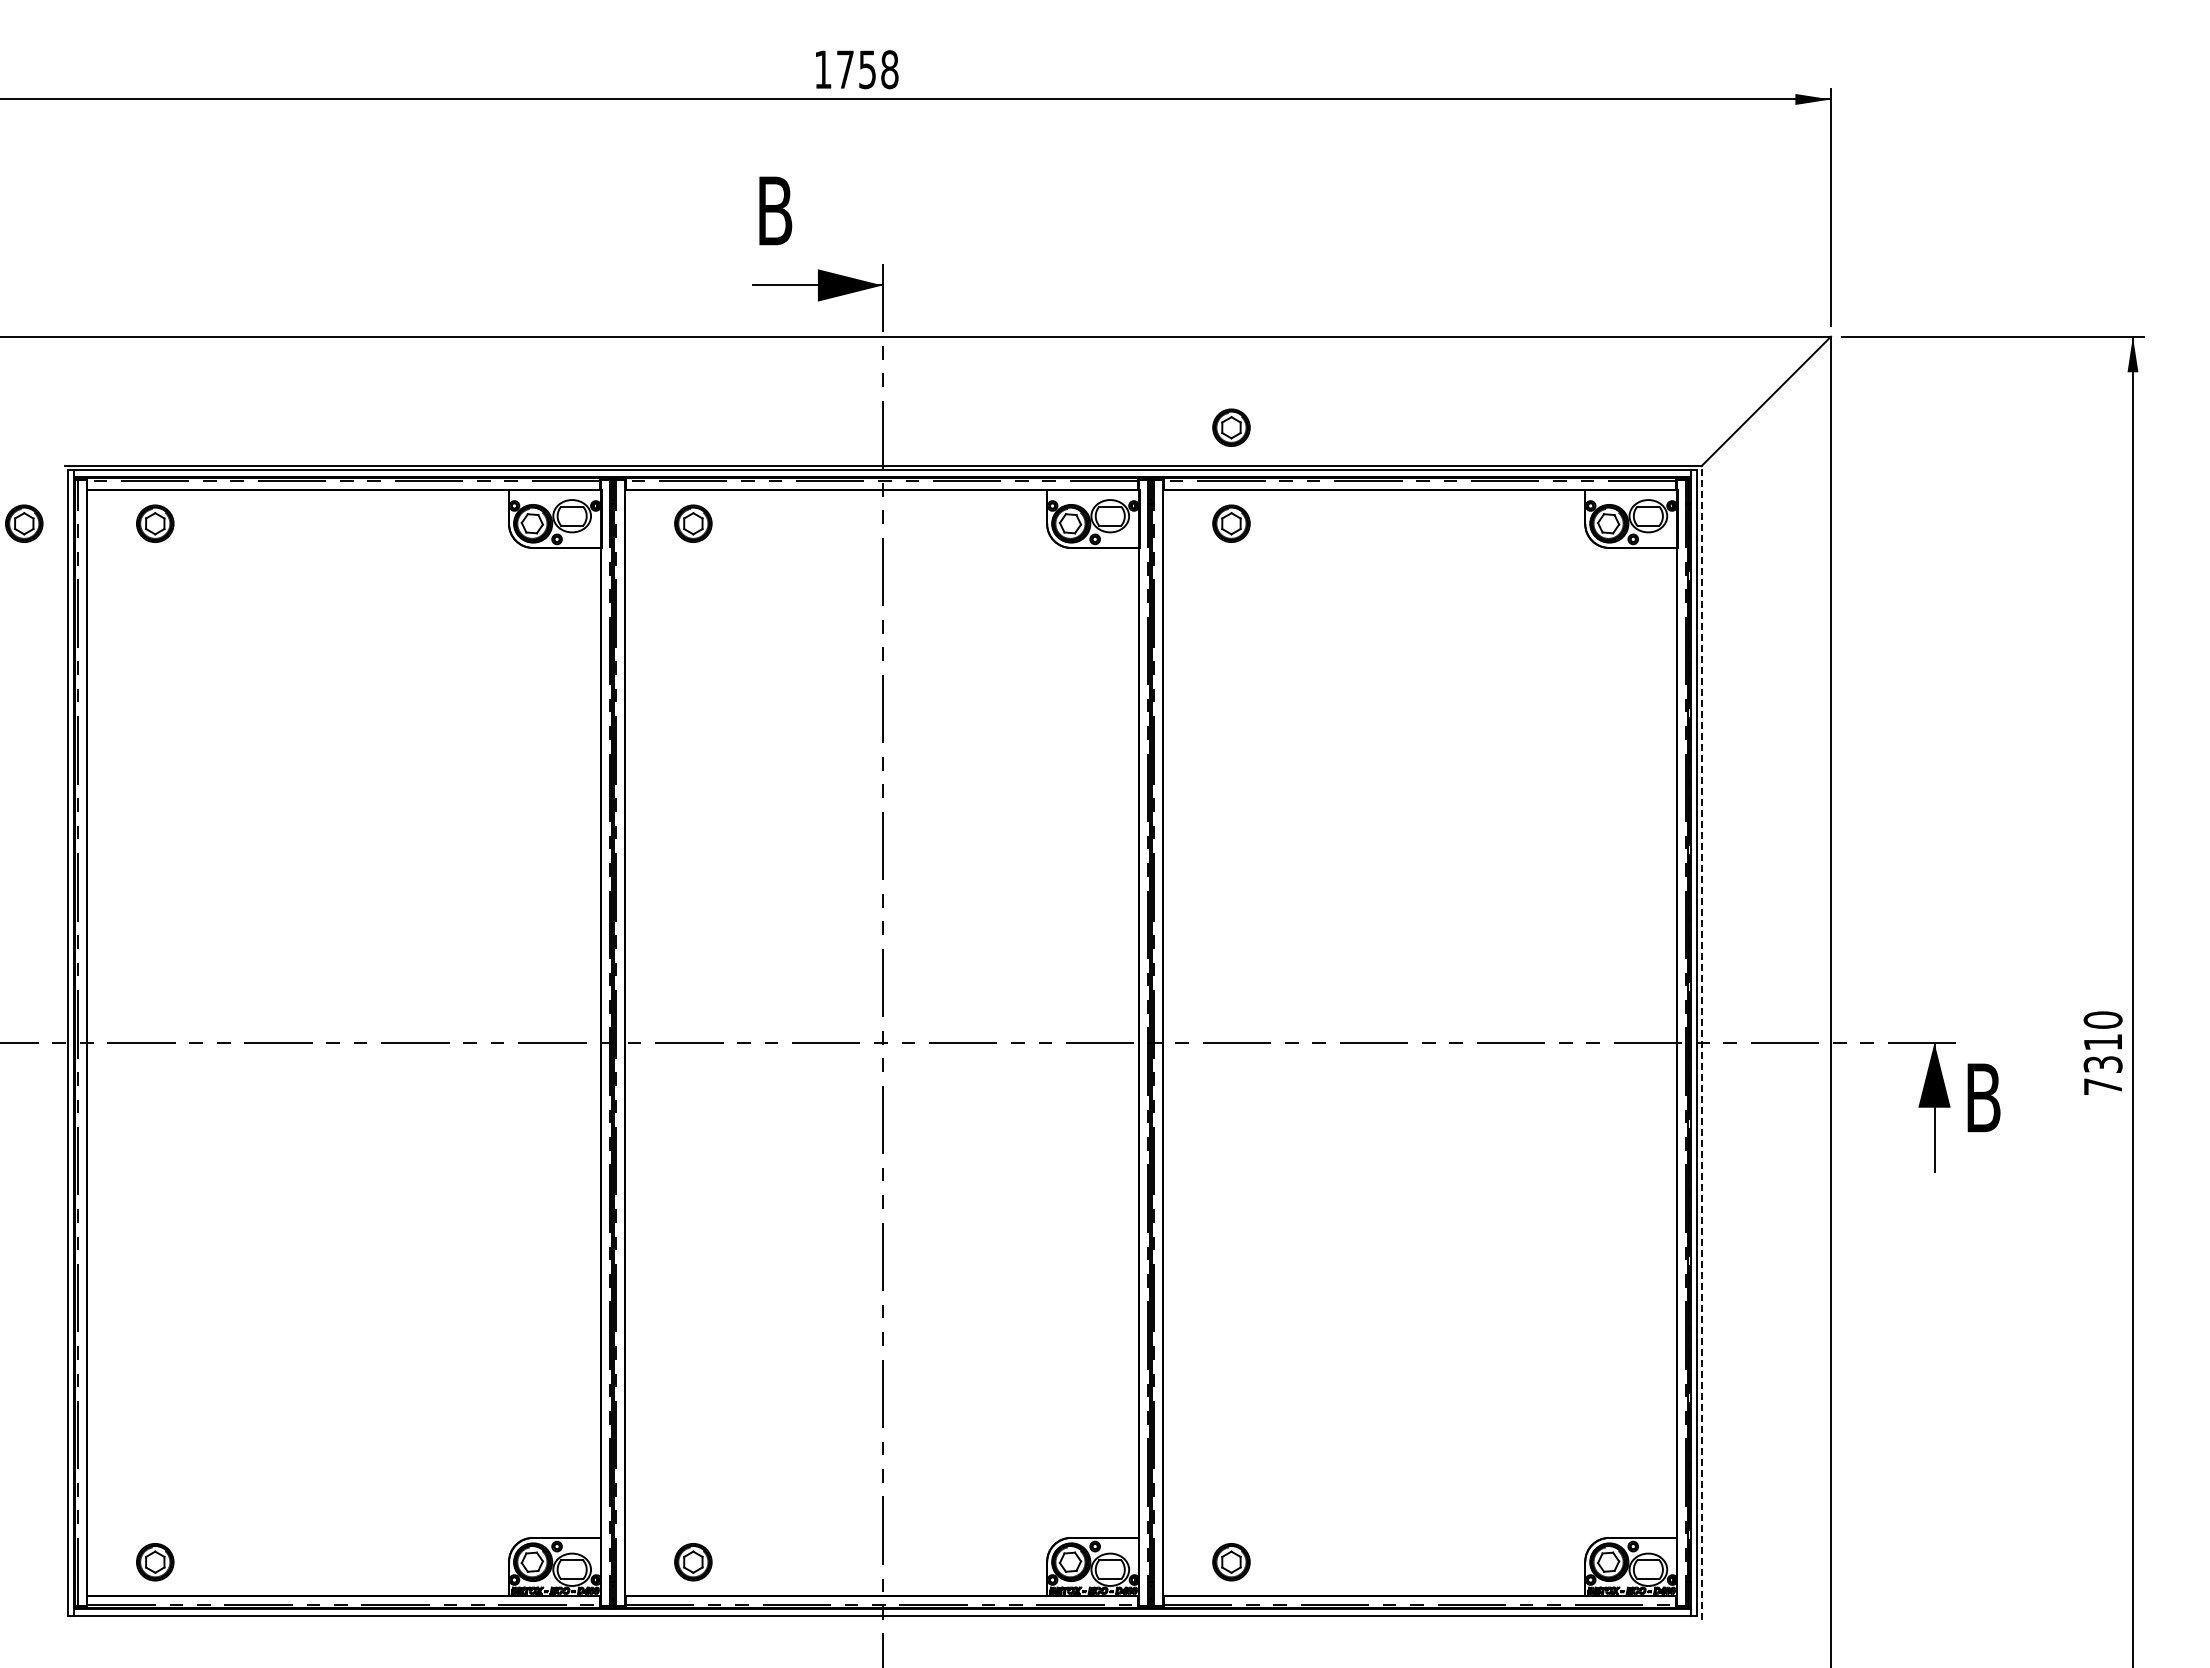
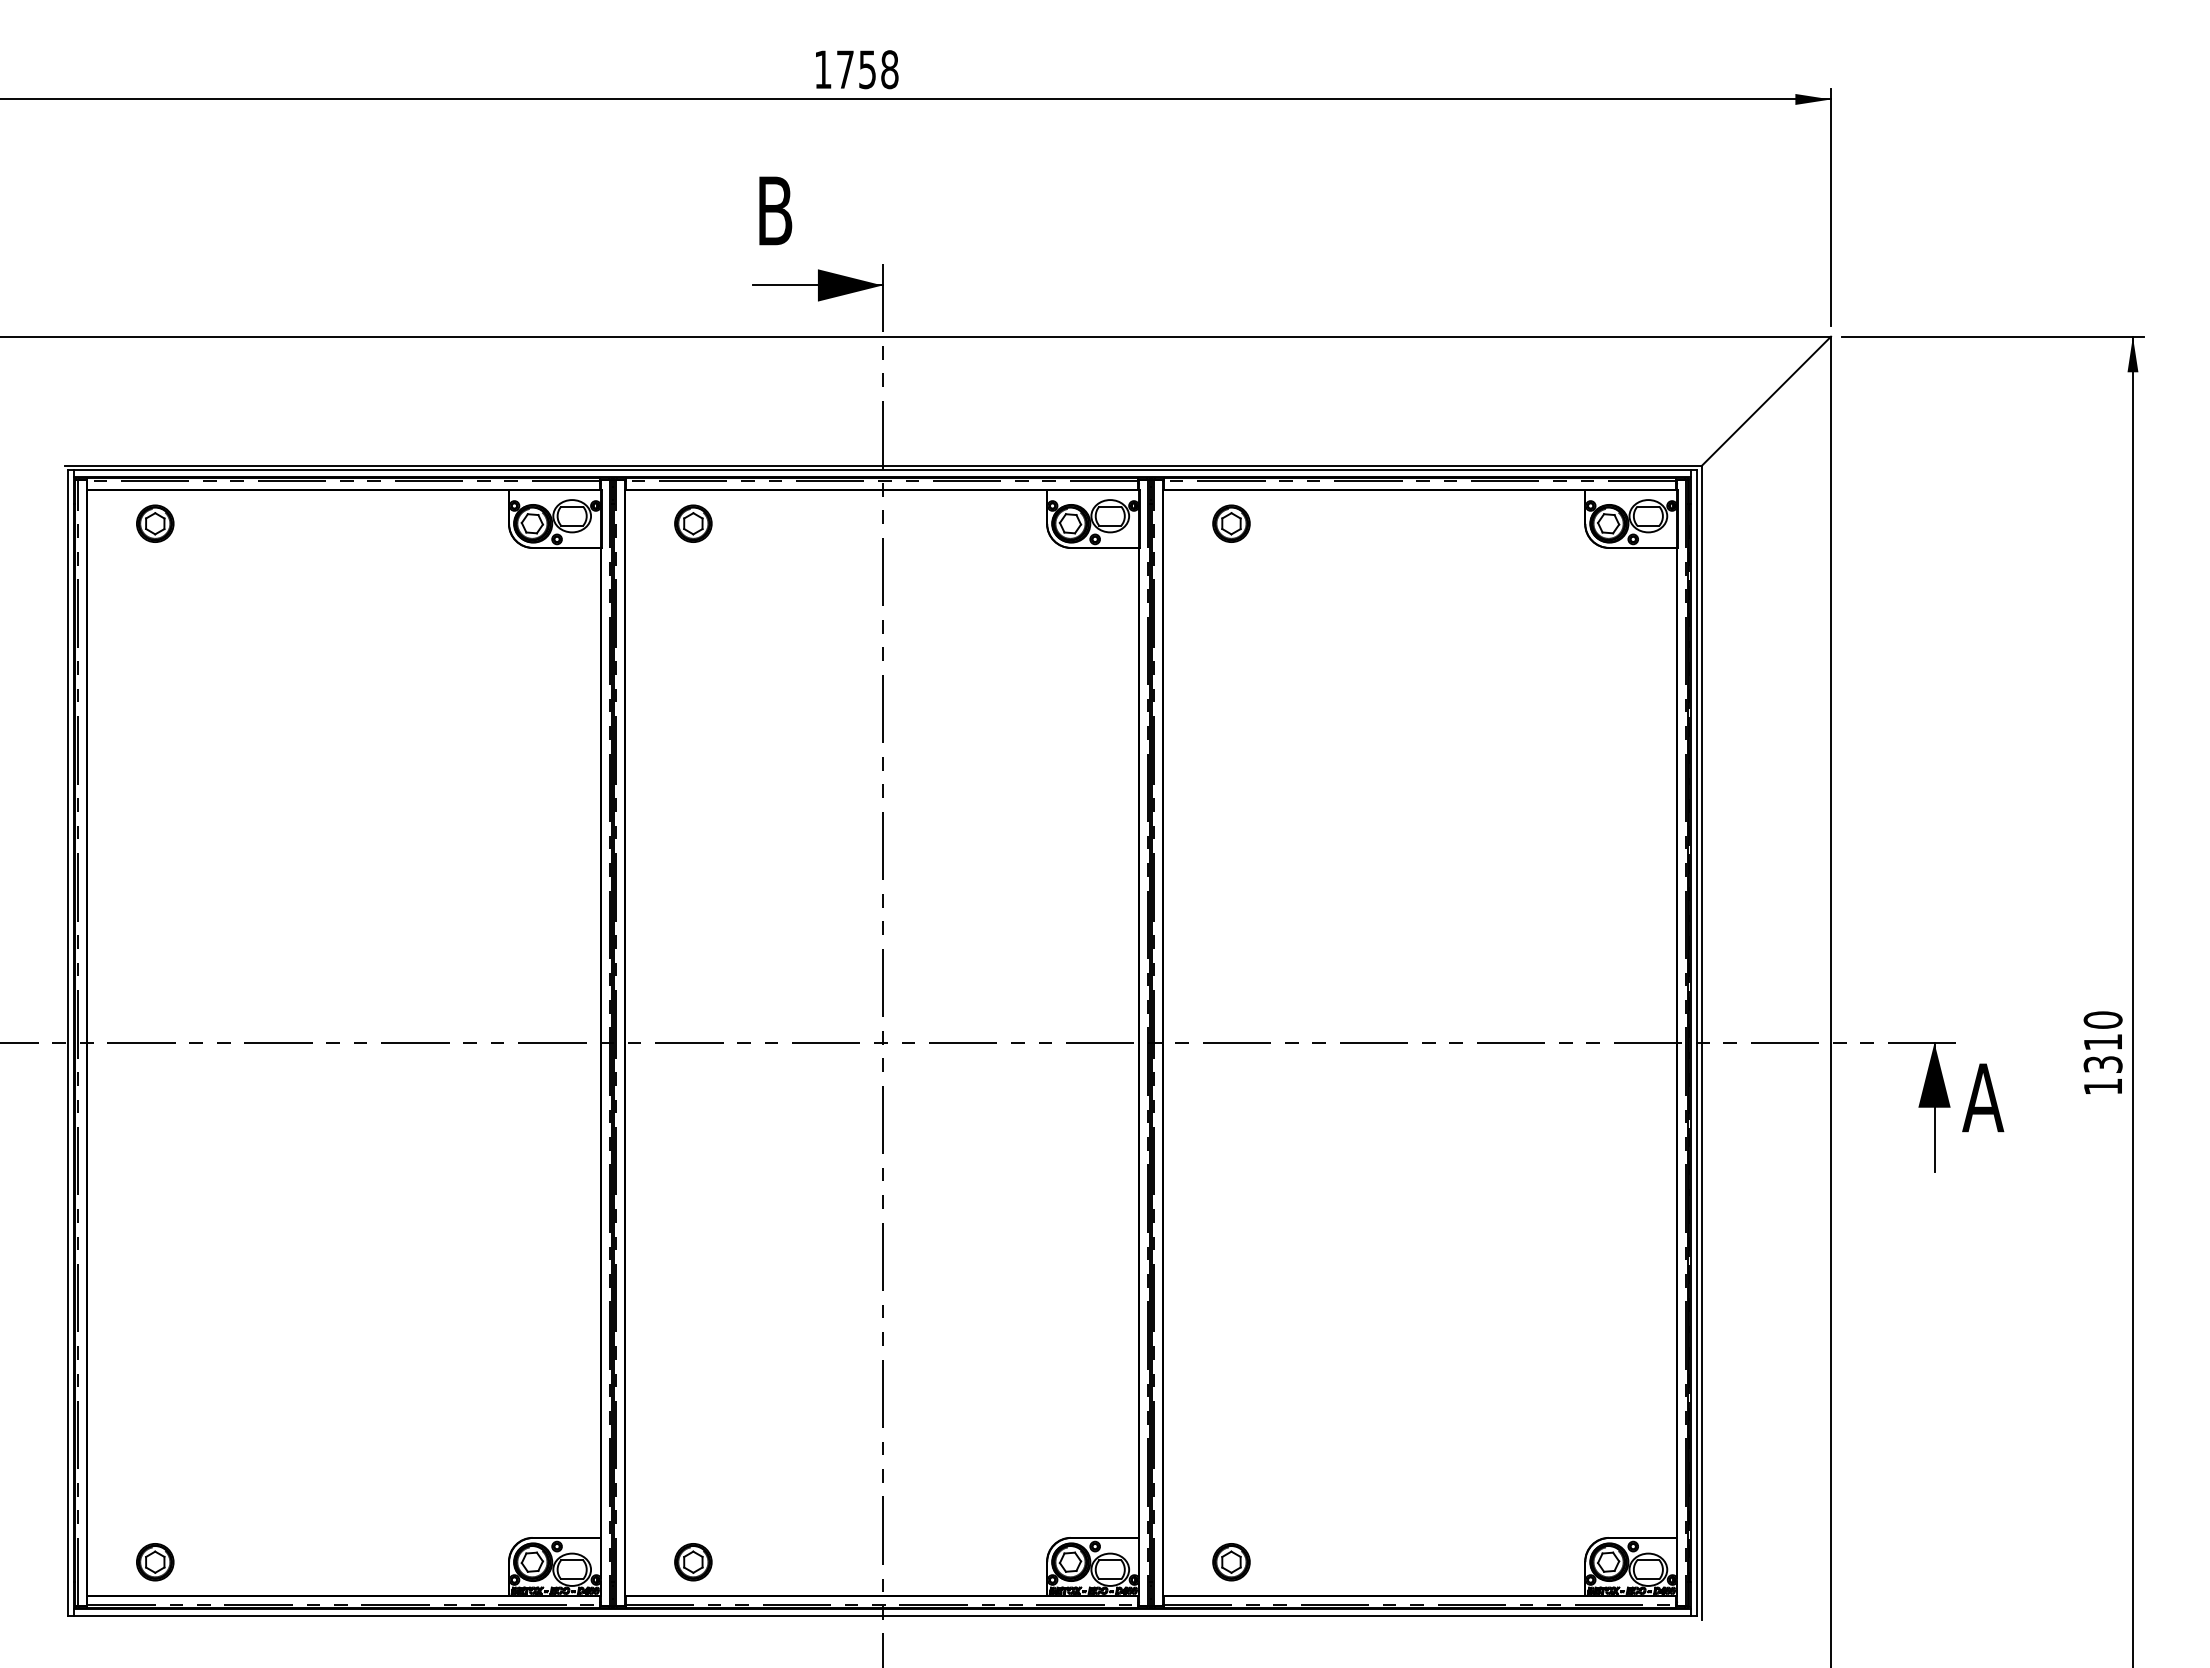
part at (1231, 427): present -> none
part at (24, 523): present -> none
line at (1701, 1043): dashed -> solid
text at (2102, 1086): 7310 -> 1310
text at (1983, 1097): B -> A
